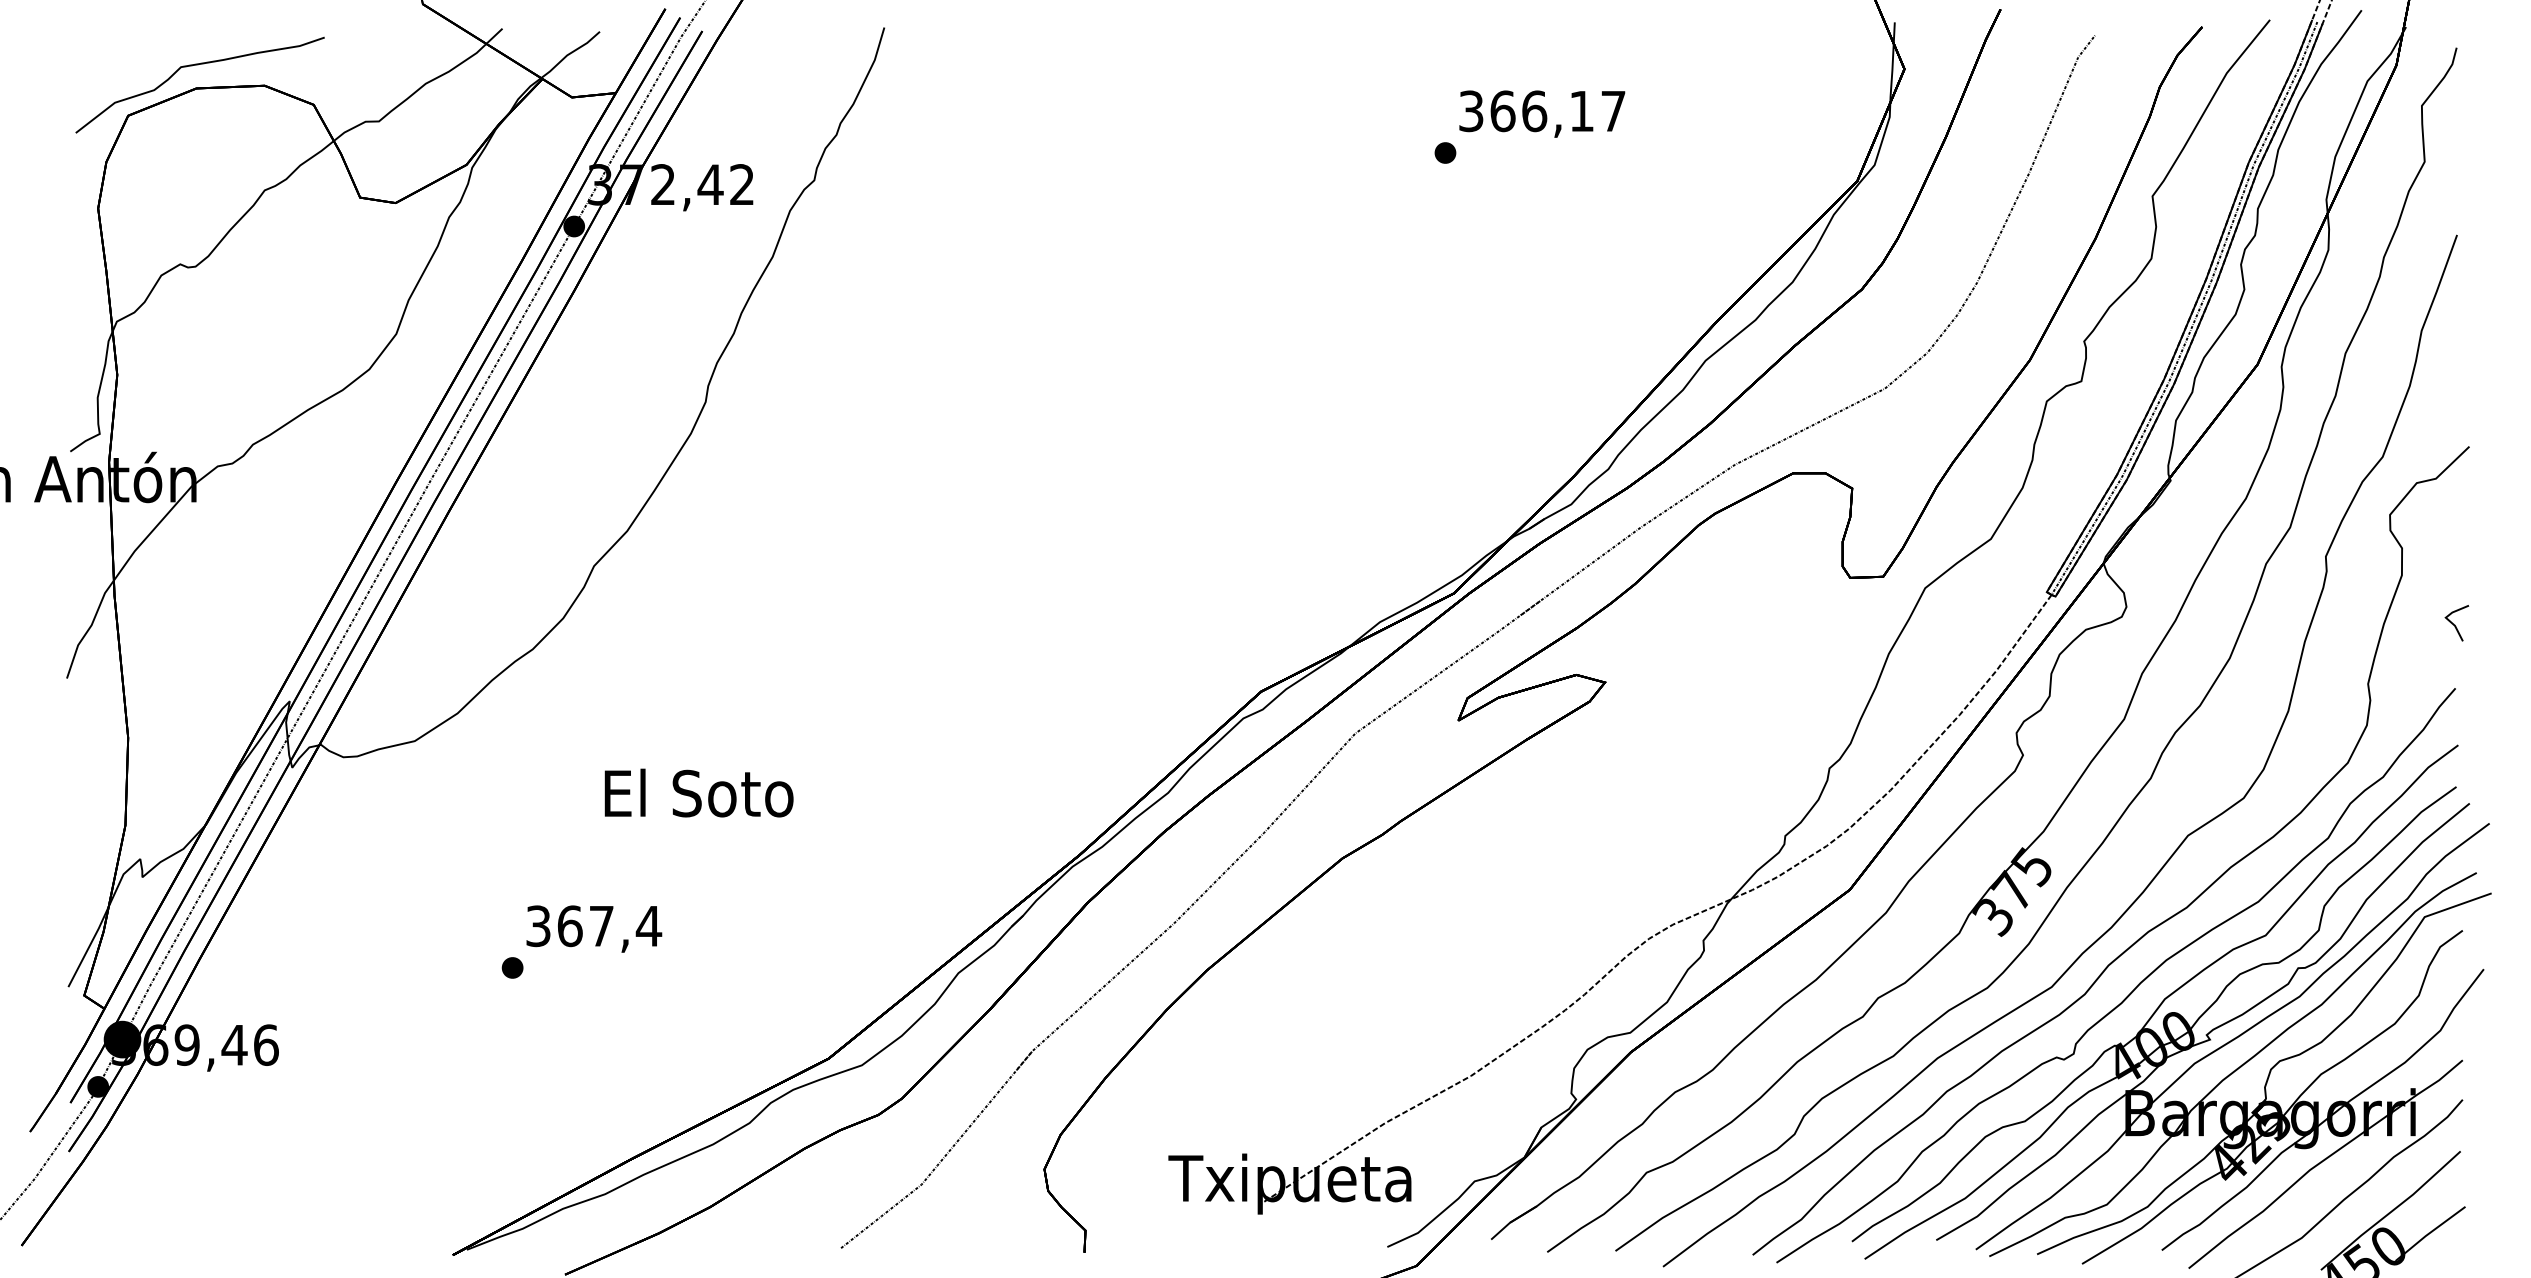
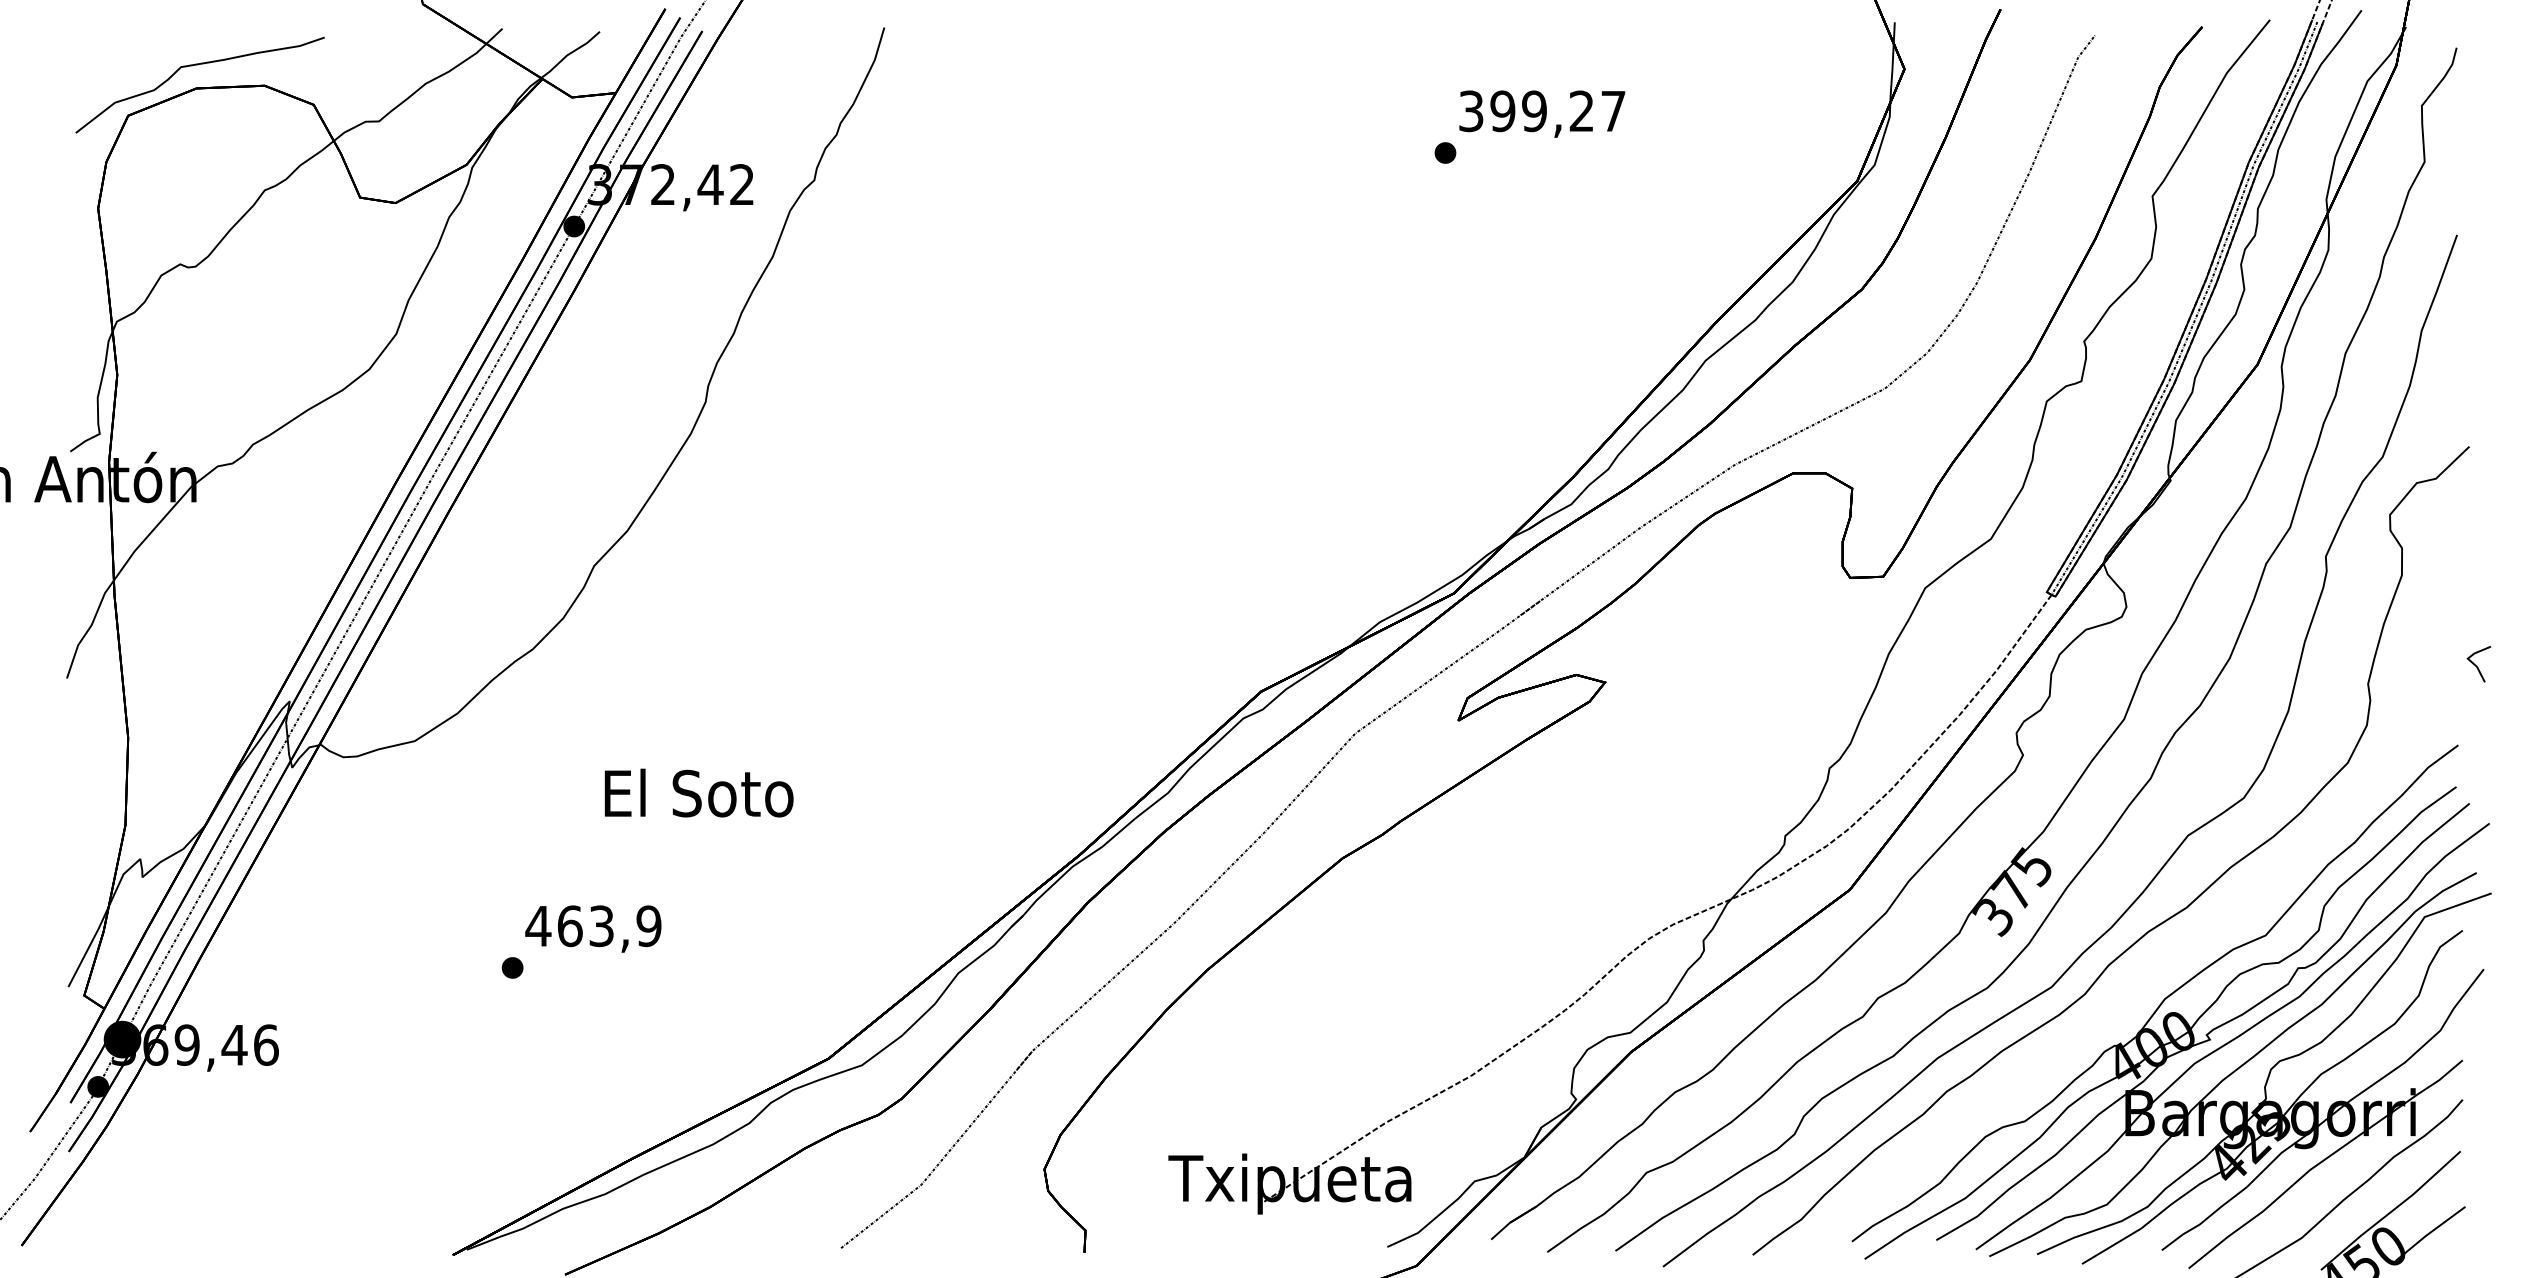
text at (1541, 111): 366,17 -> 399,27
line at (2455, 624) position: (2455, 624) -> (2477, 665)
text at (593, 926): 367,4 -> 463,9
curve at (2131, 991): present -> none
